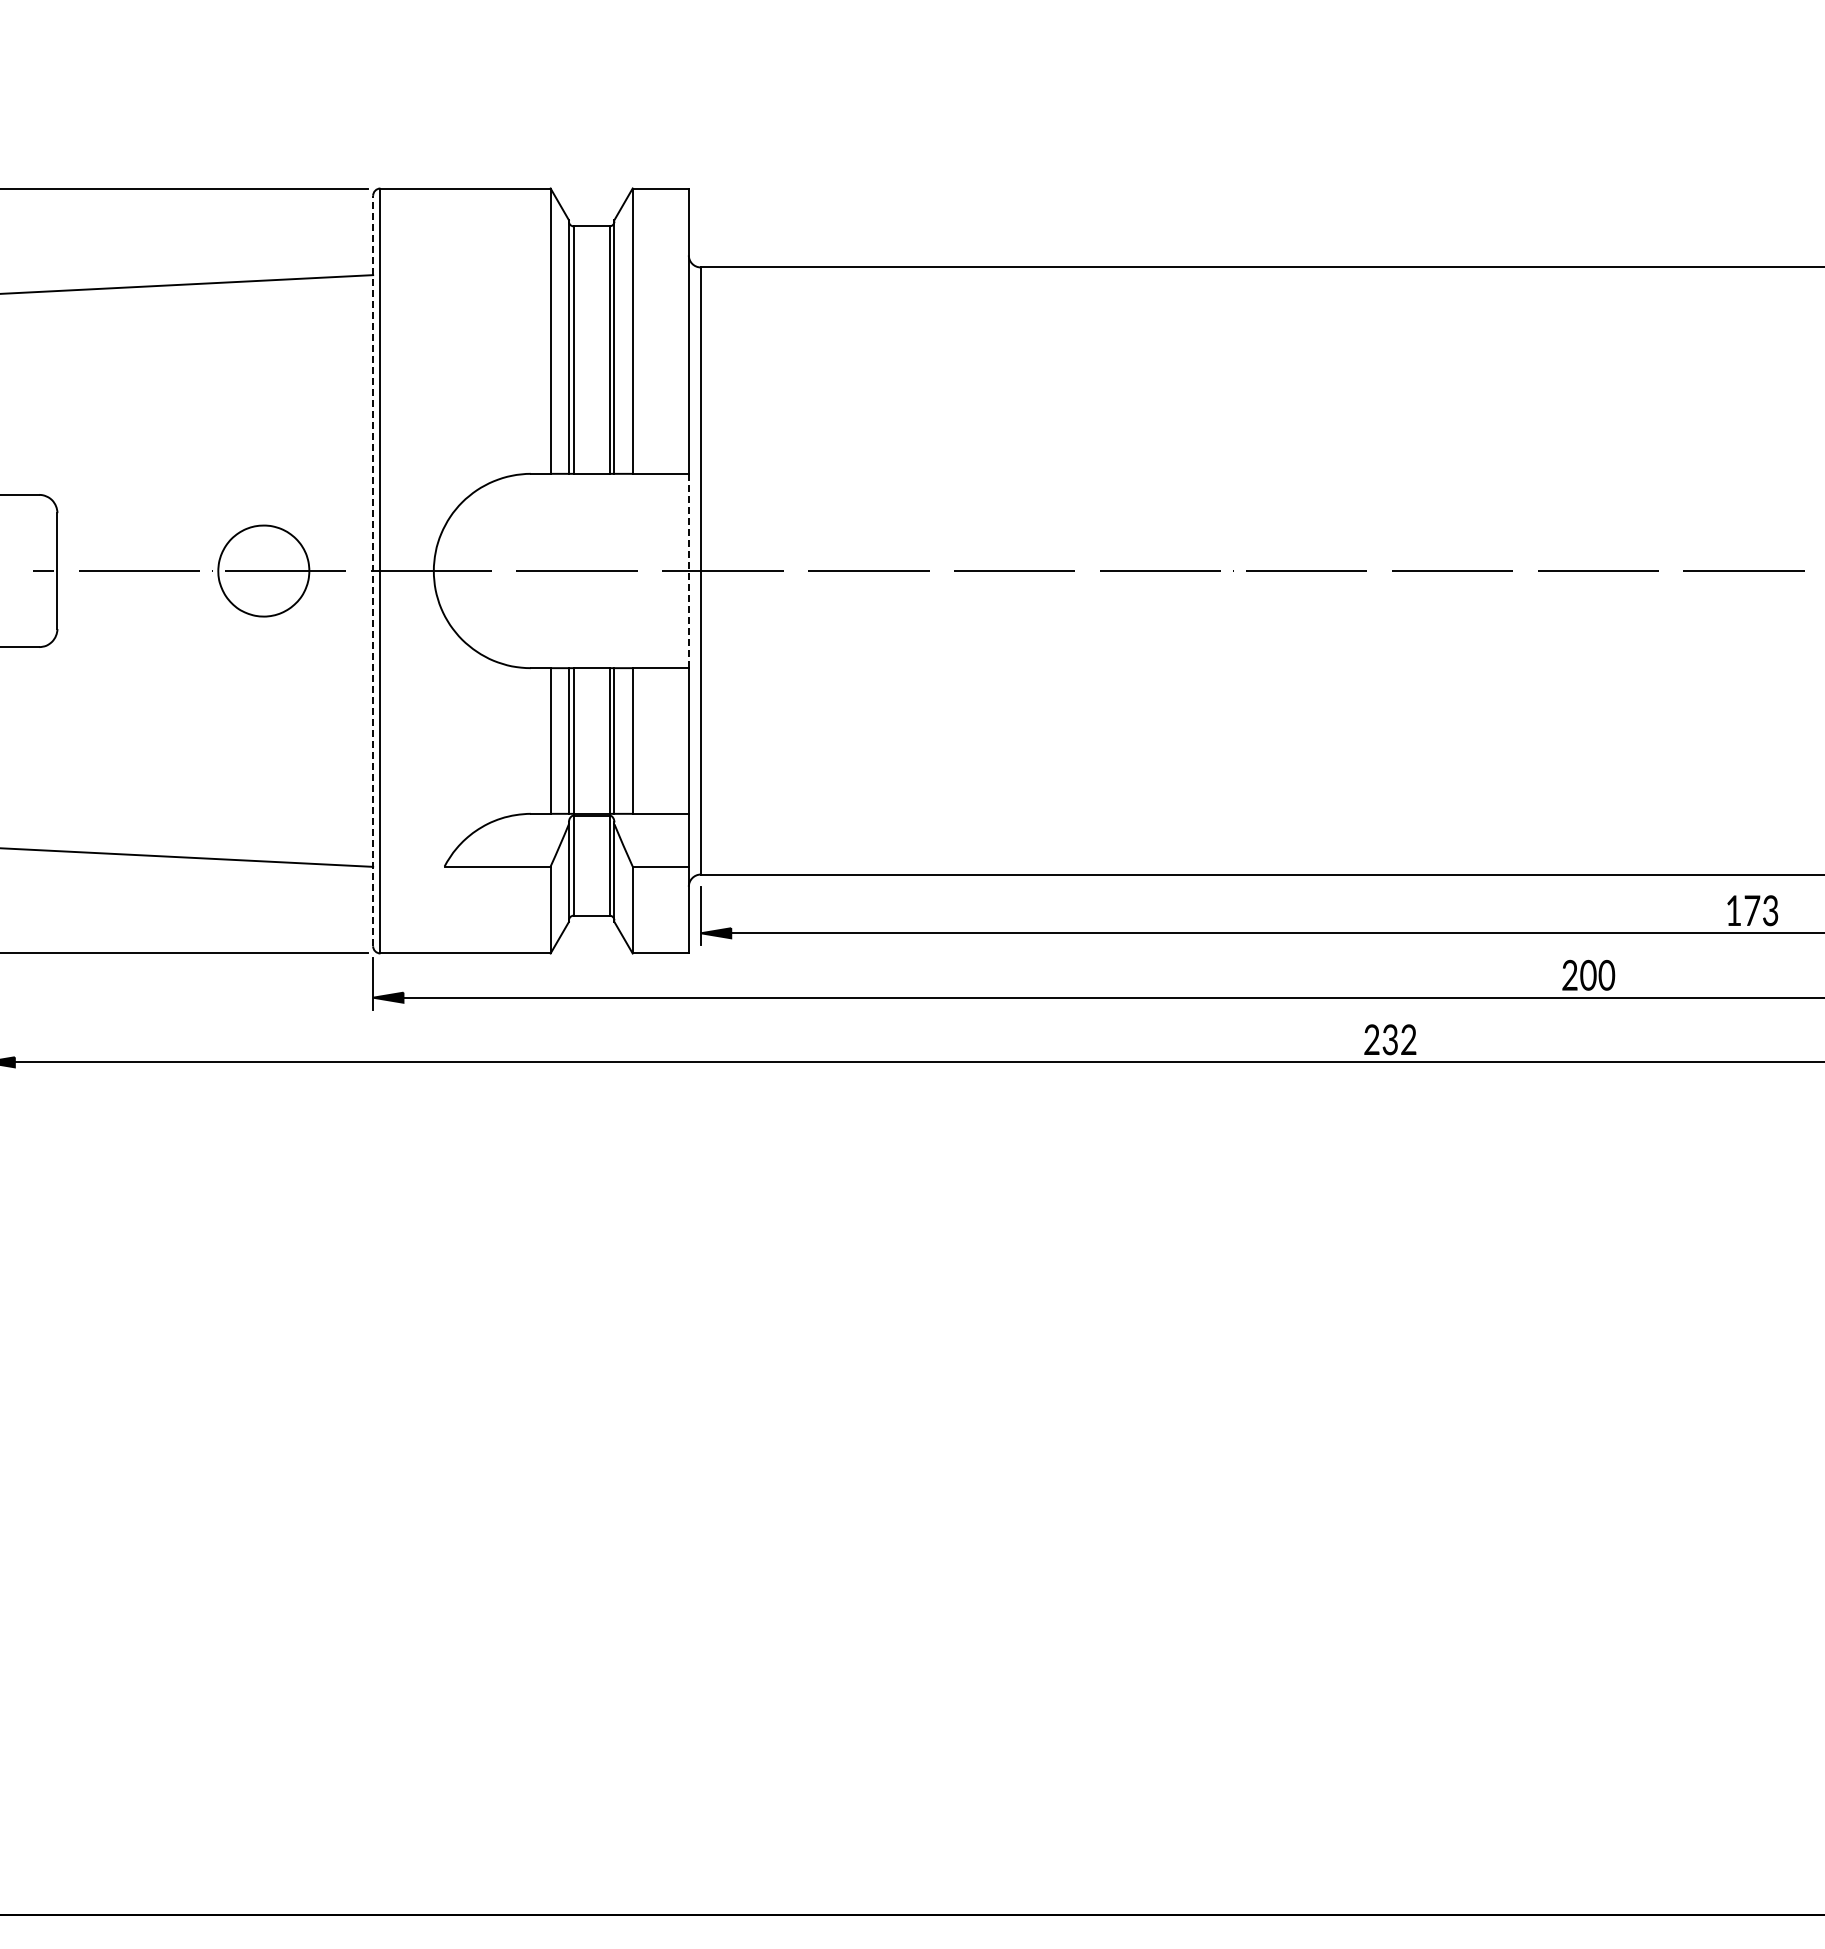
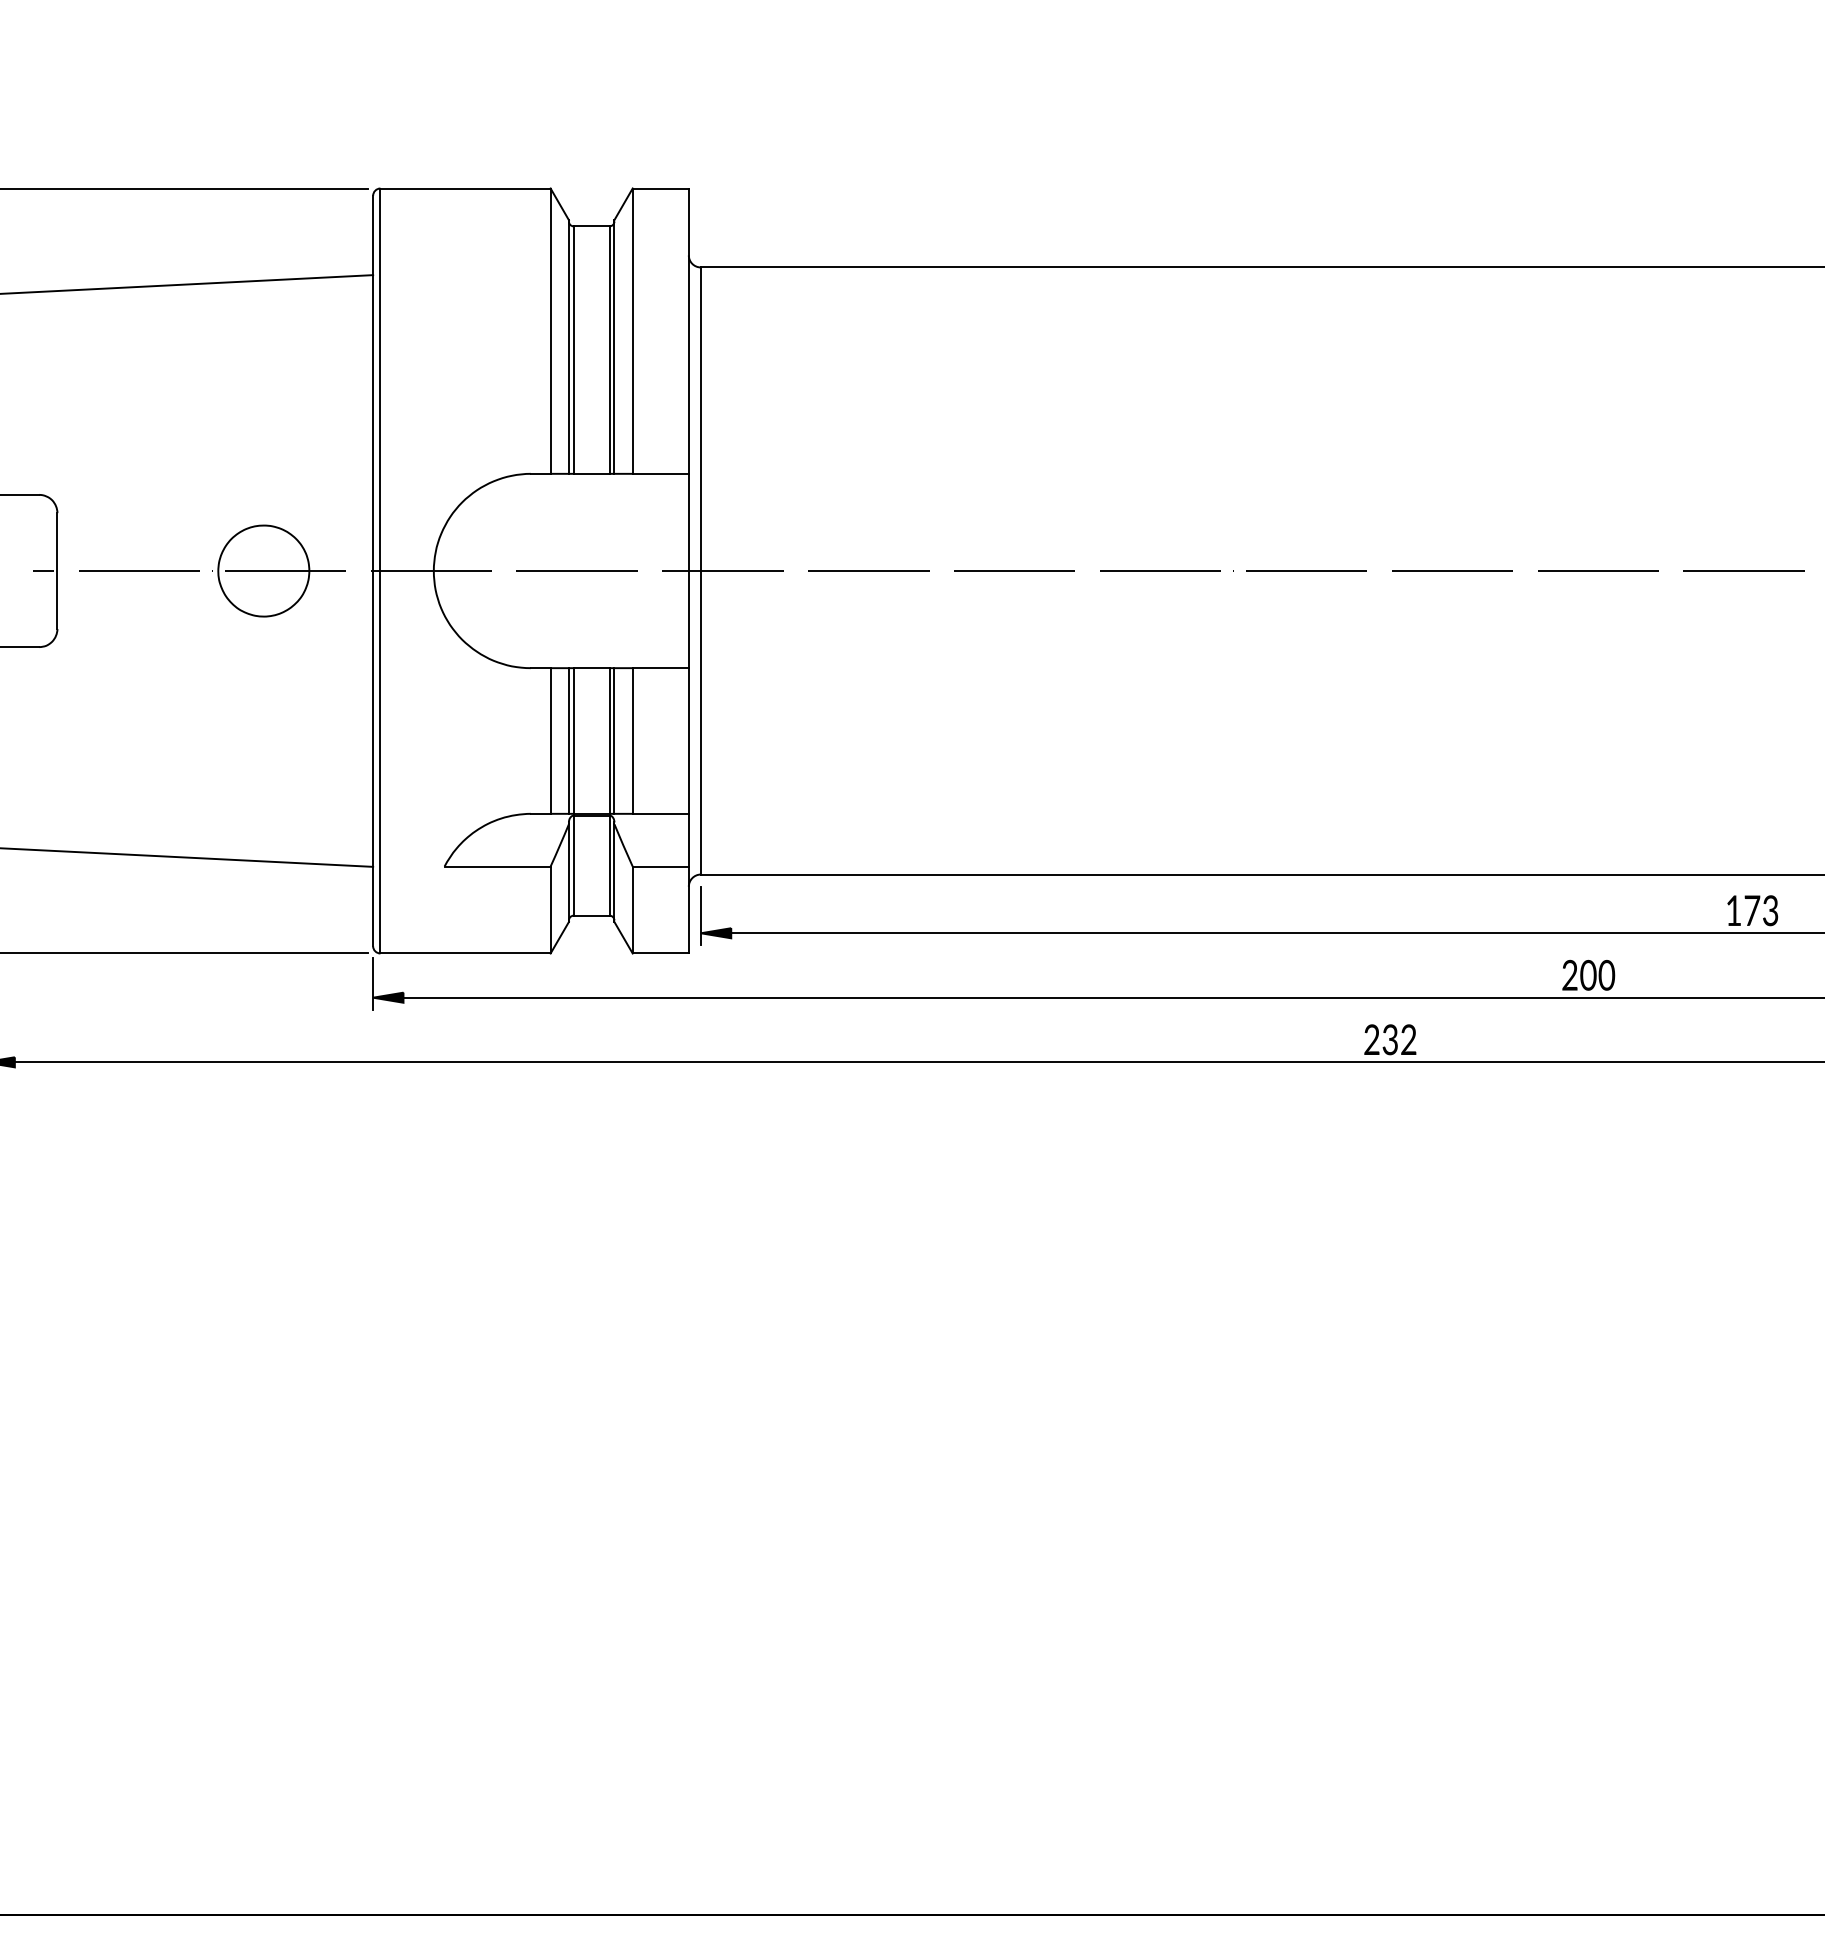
line at (373, 570): dashed -> solid
line at (688, 570): dashed -> solid
